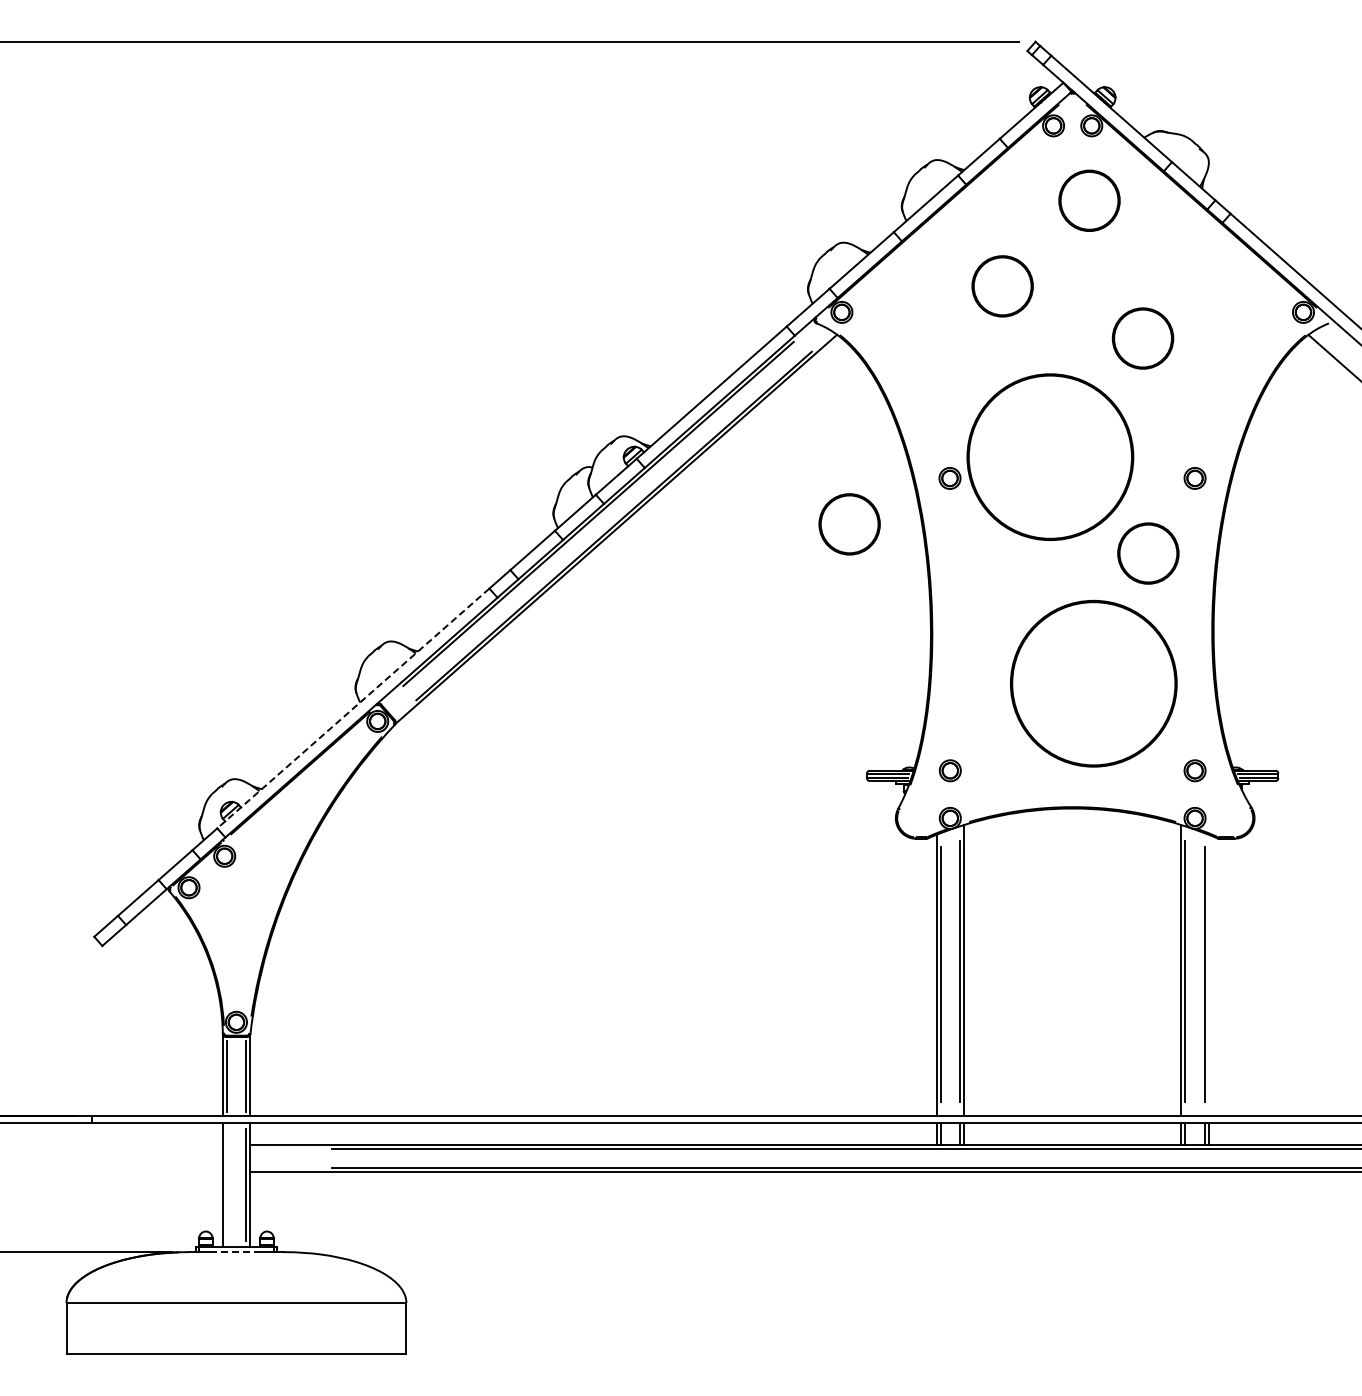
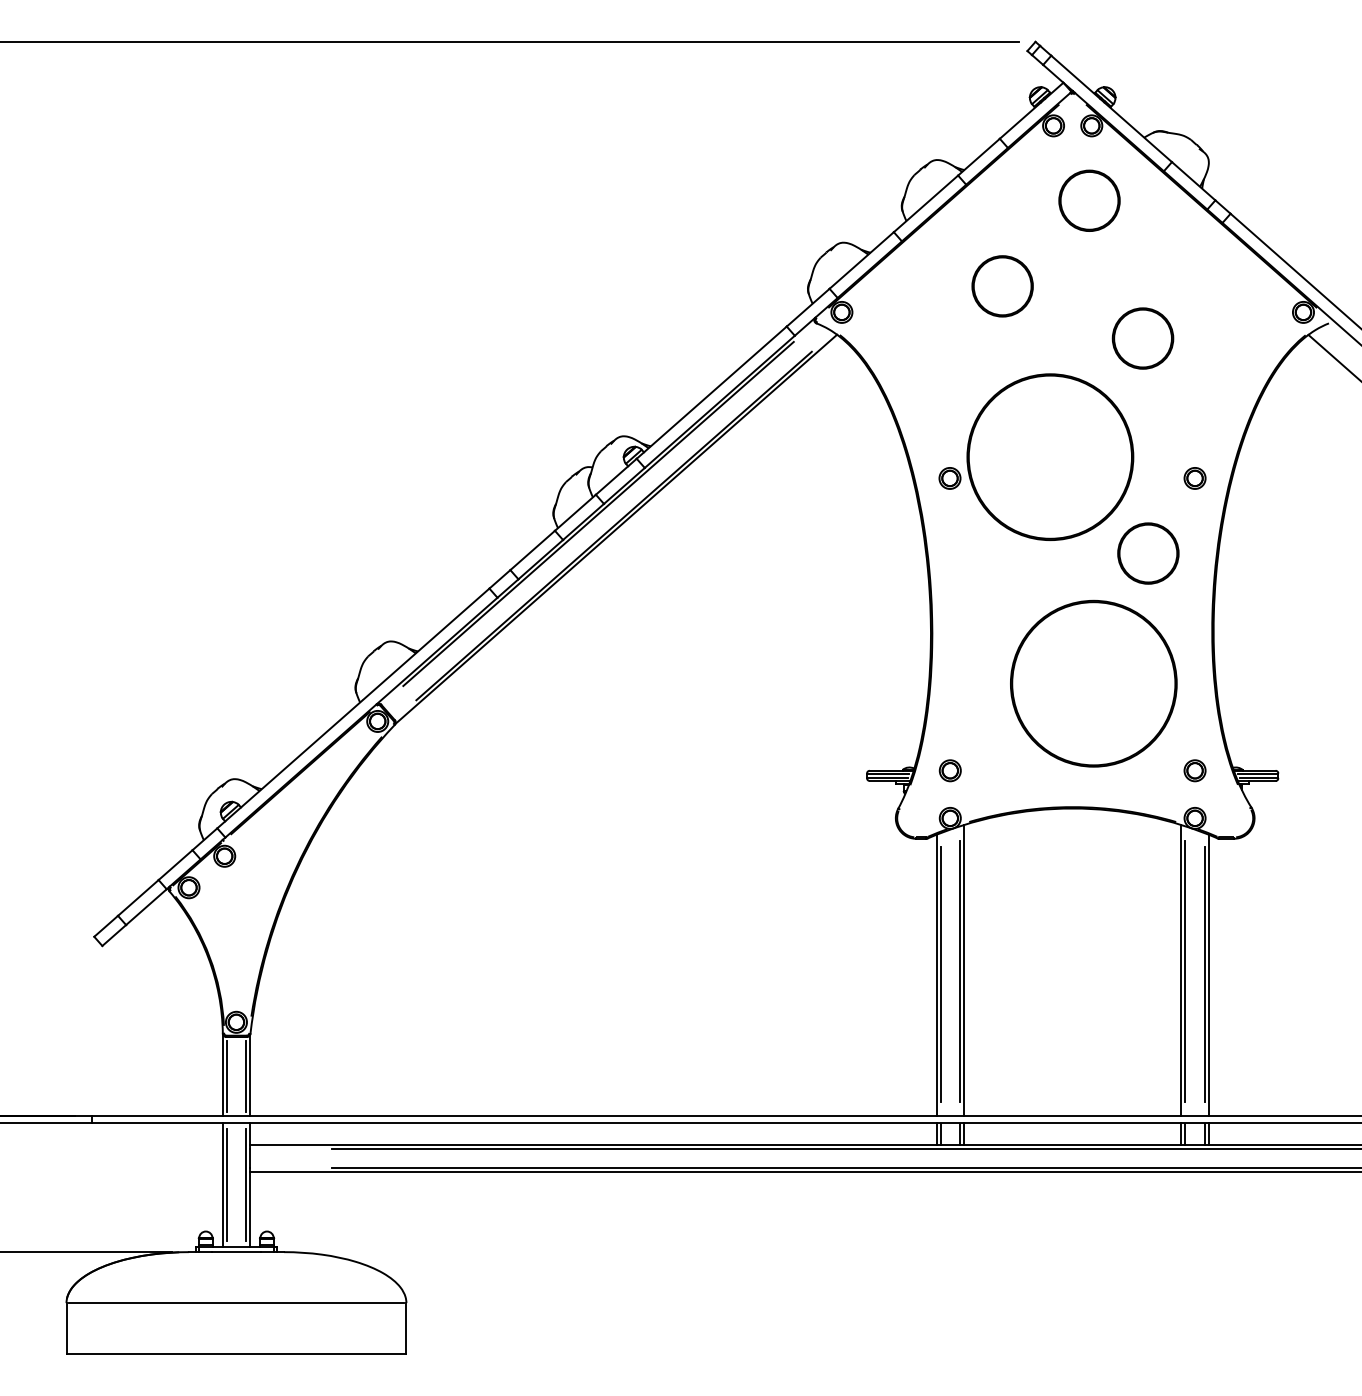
circle at (849, 524): present -> none
line at (353, 708): dashed -> solid
line at (1208, 975): none -> present
line at (226, 1184): none -> present
line at (236, 1252): dashed -> solid
